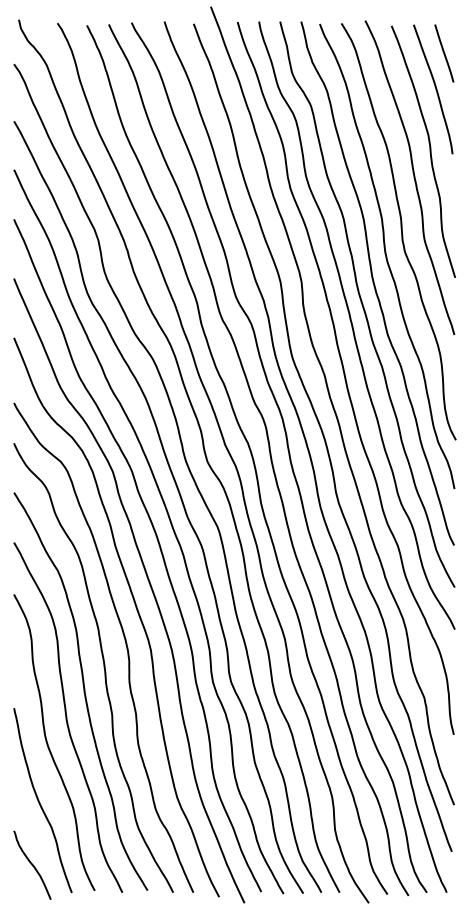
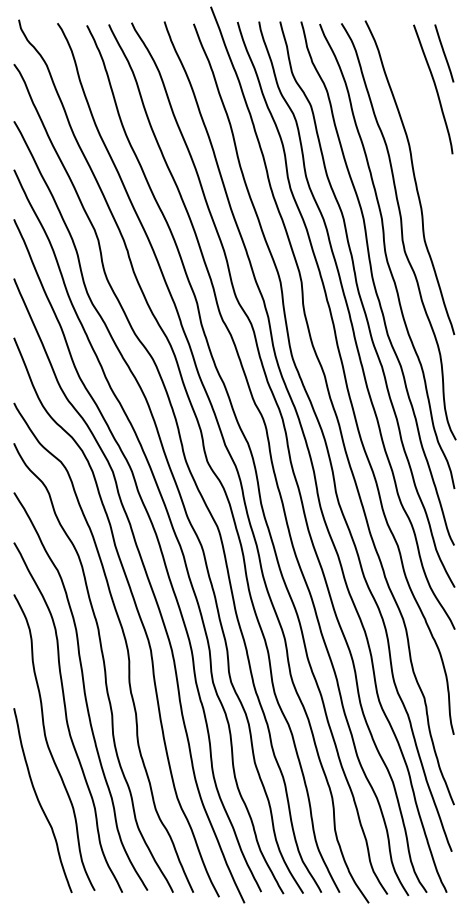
curve at (429, 151): present -> none
curve at (32, 864): present -> none
